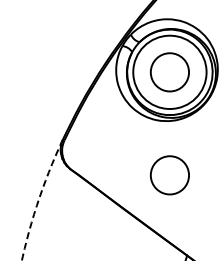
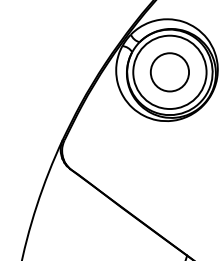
circle at (169, 175): present -> none
arc at (38, 200): dashed -> solid
